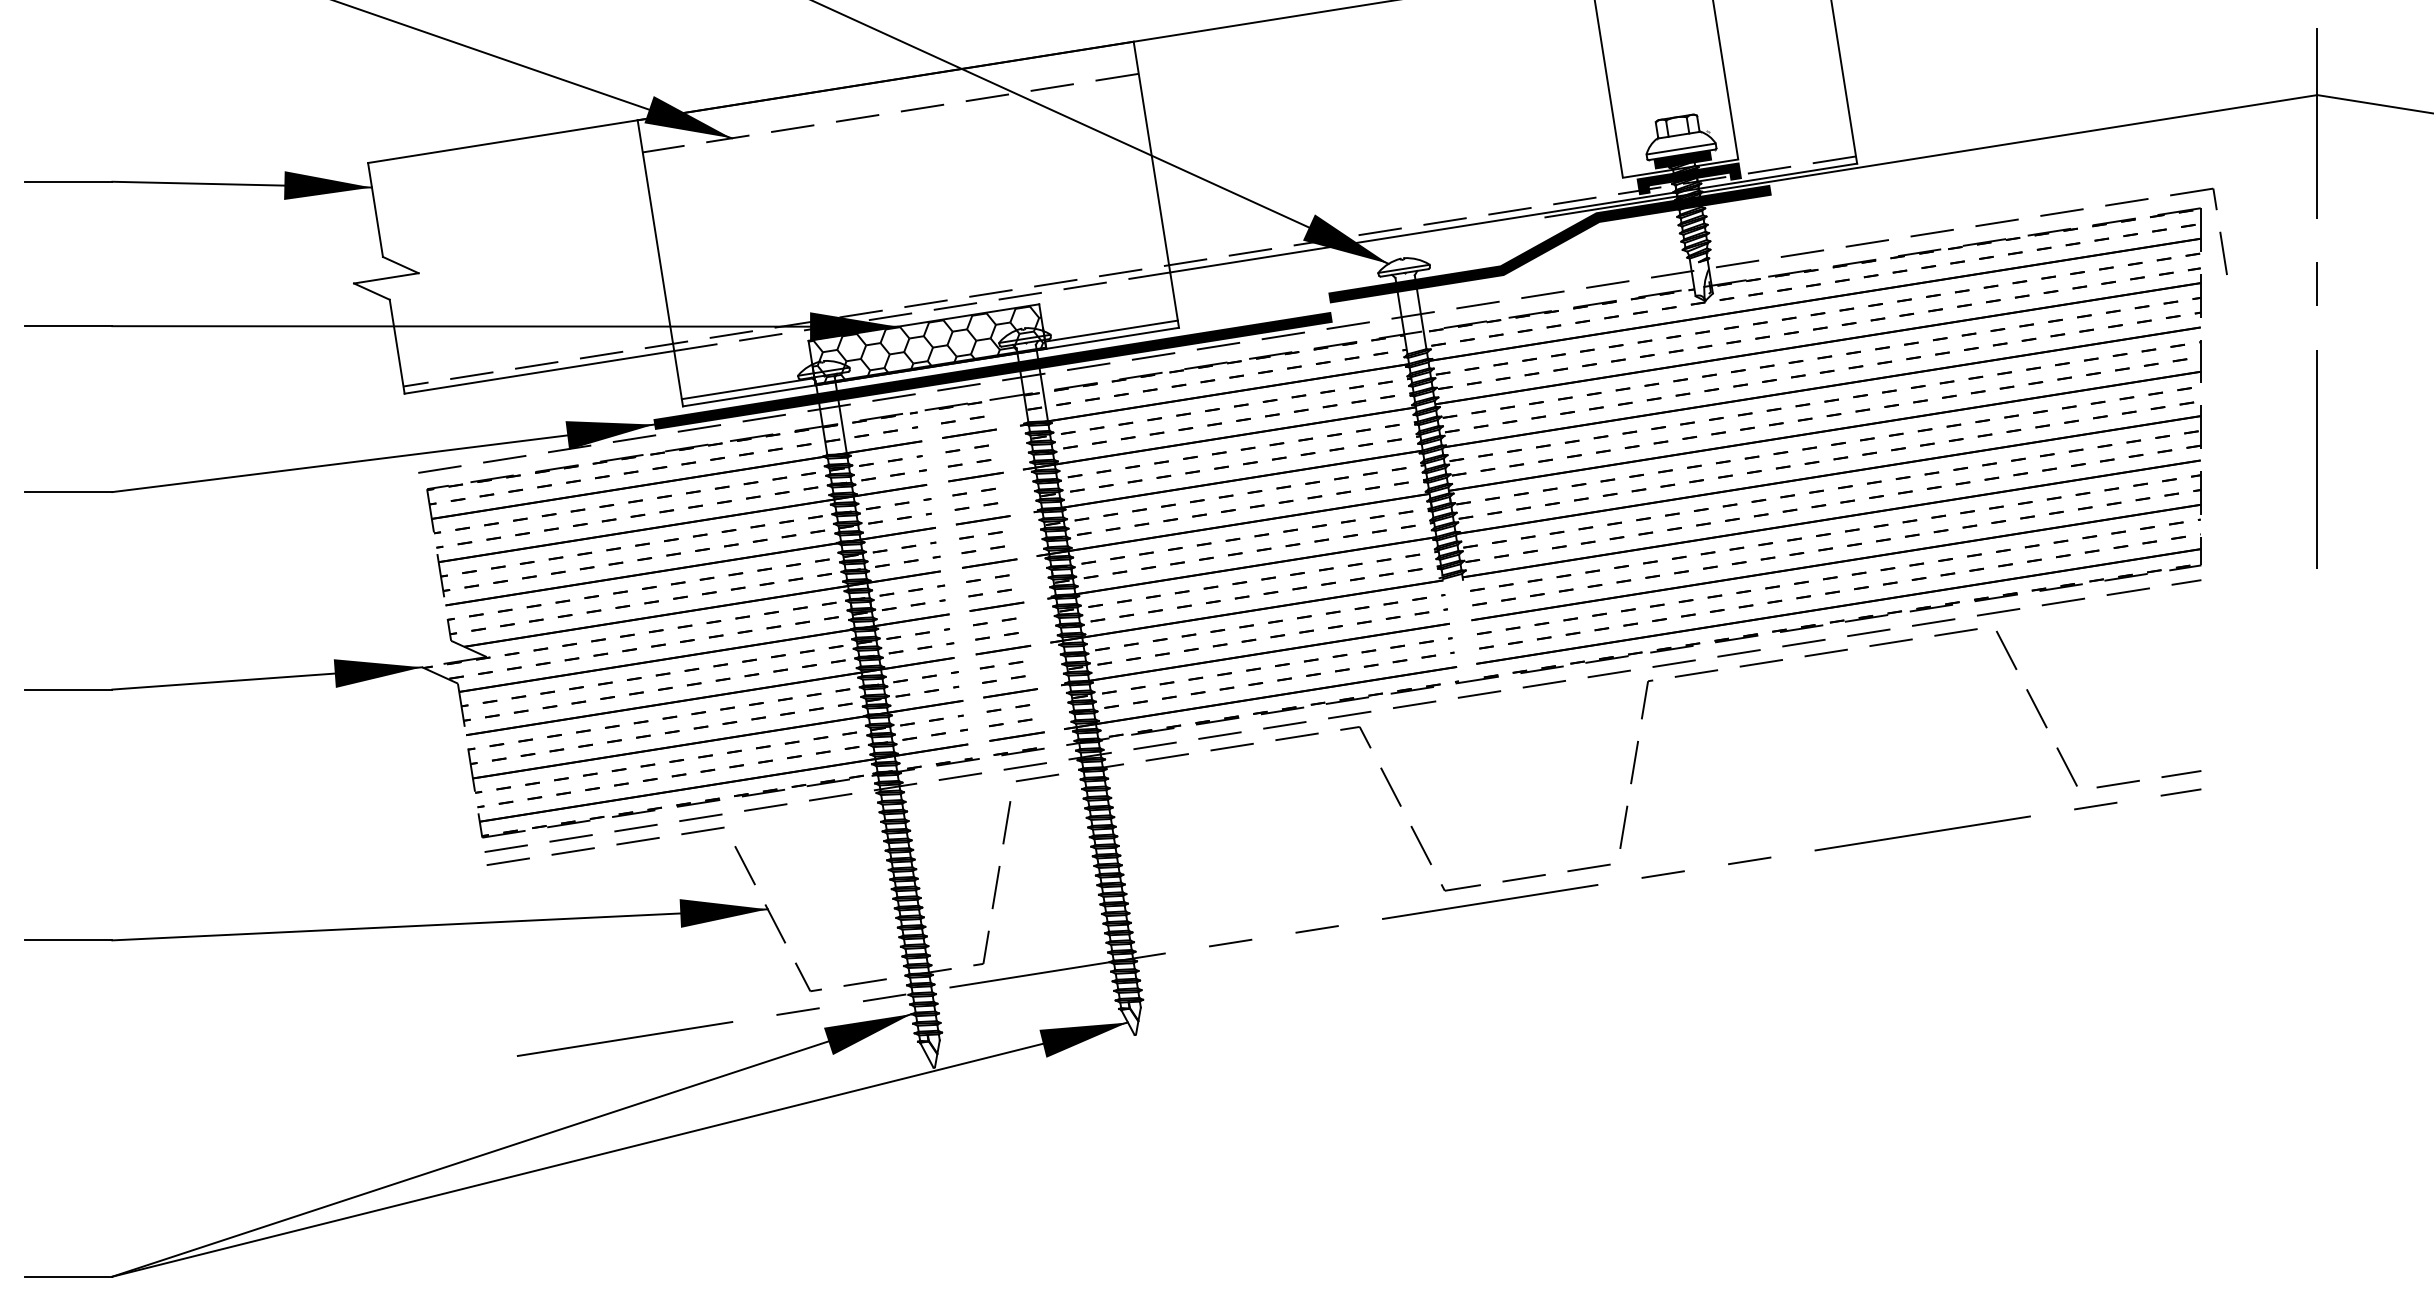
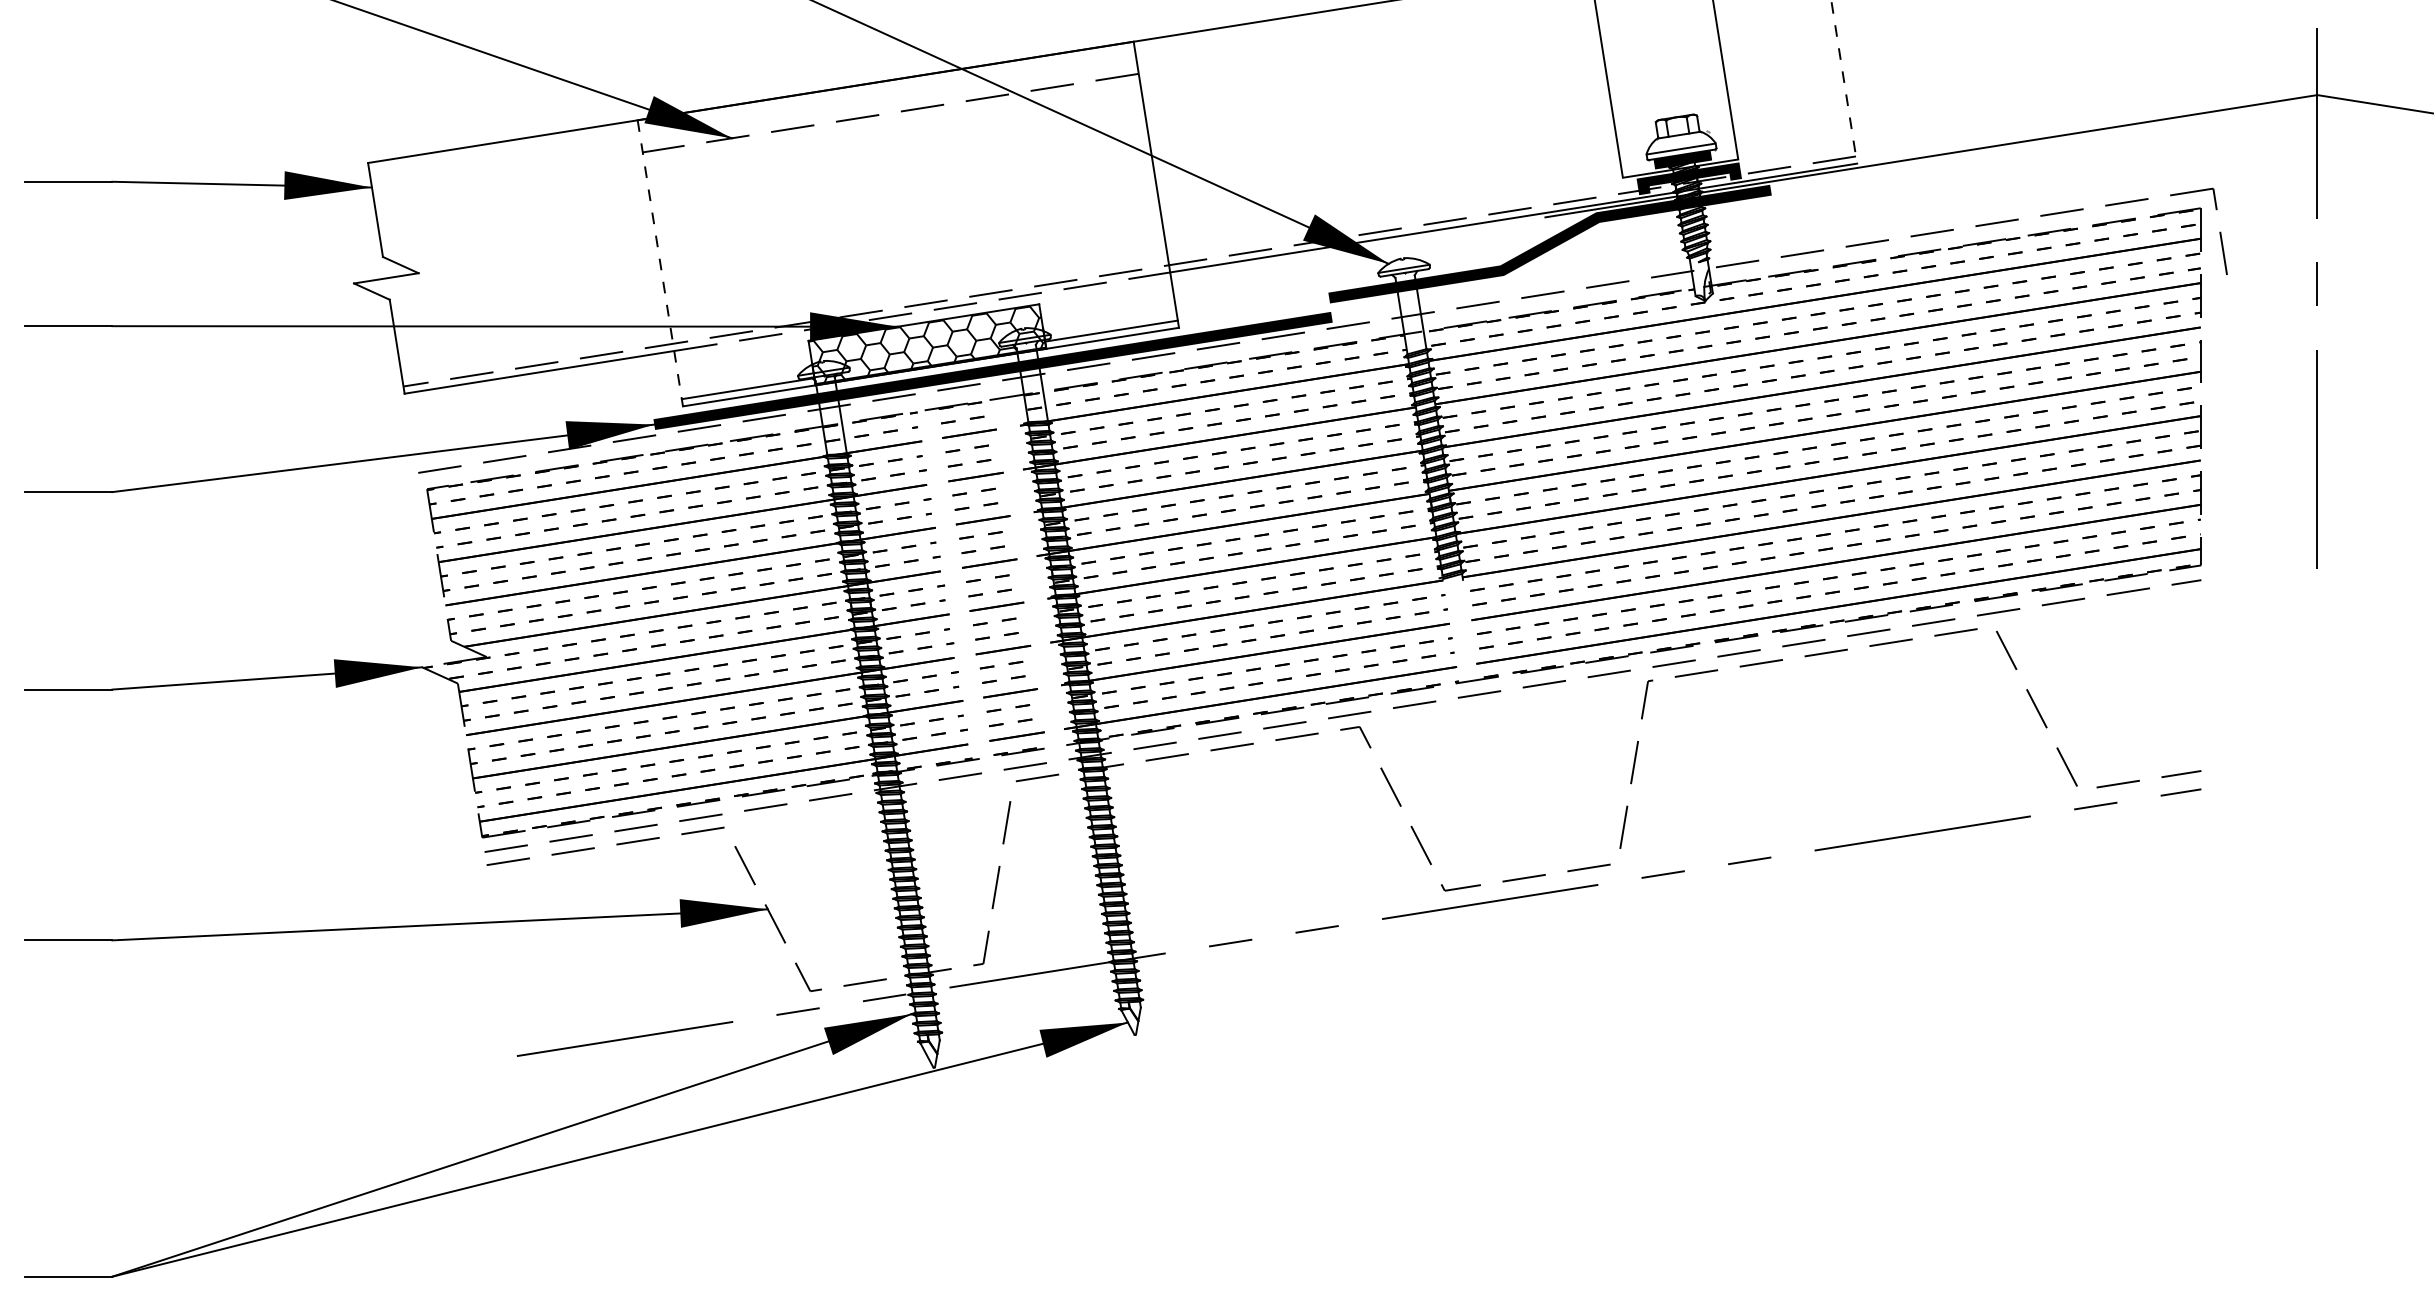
line at (1844, 81): solid -> dashed
line at (660, 263): solid -> dashed
